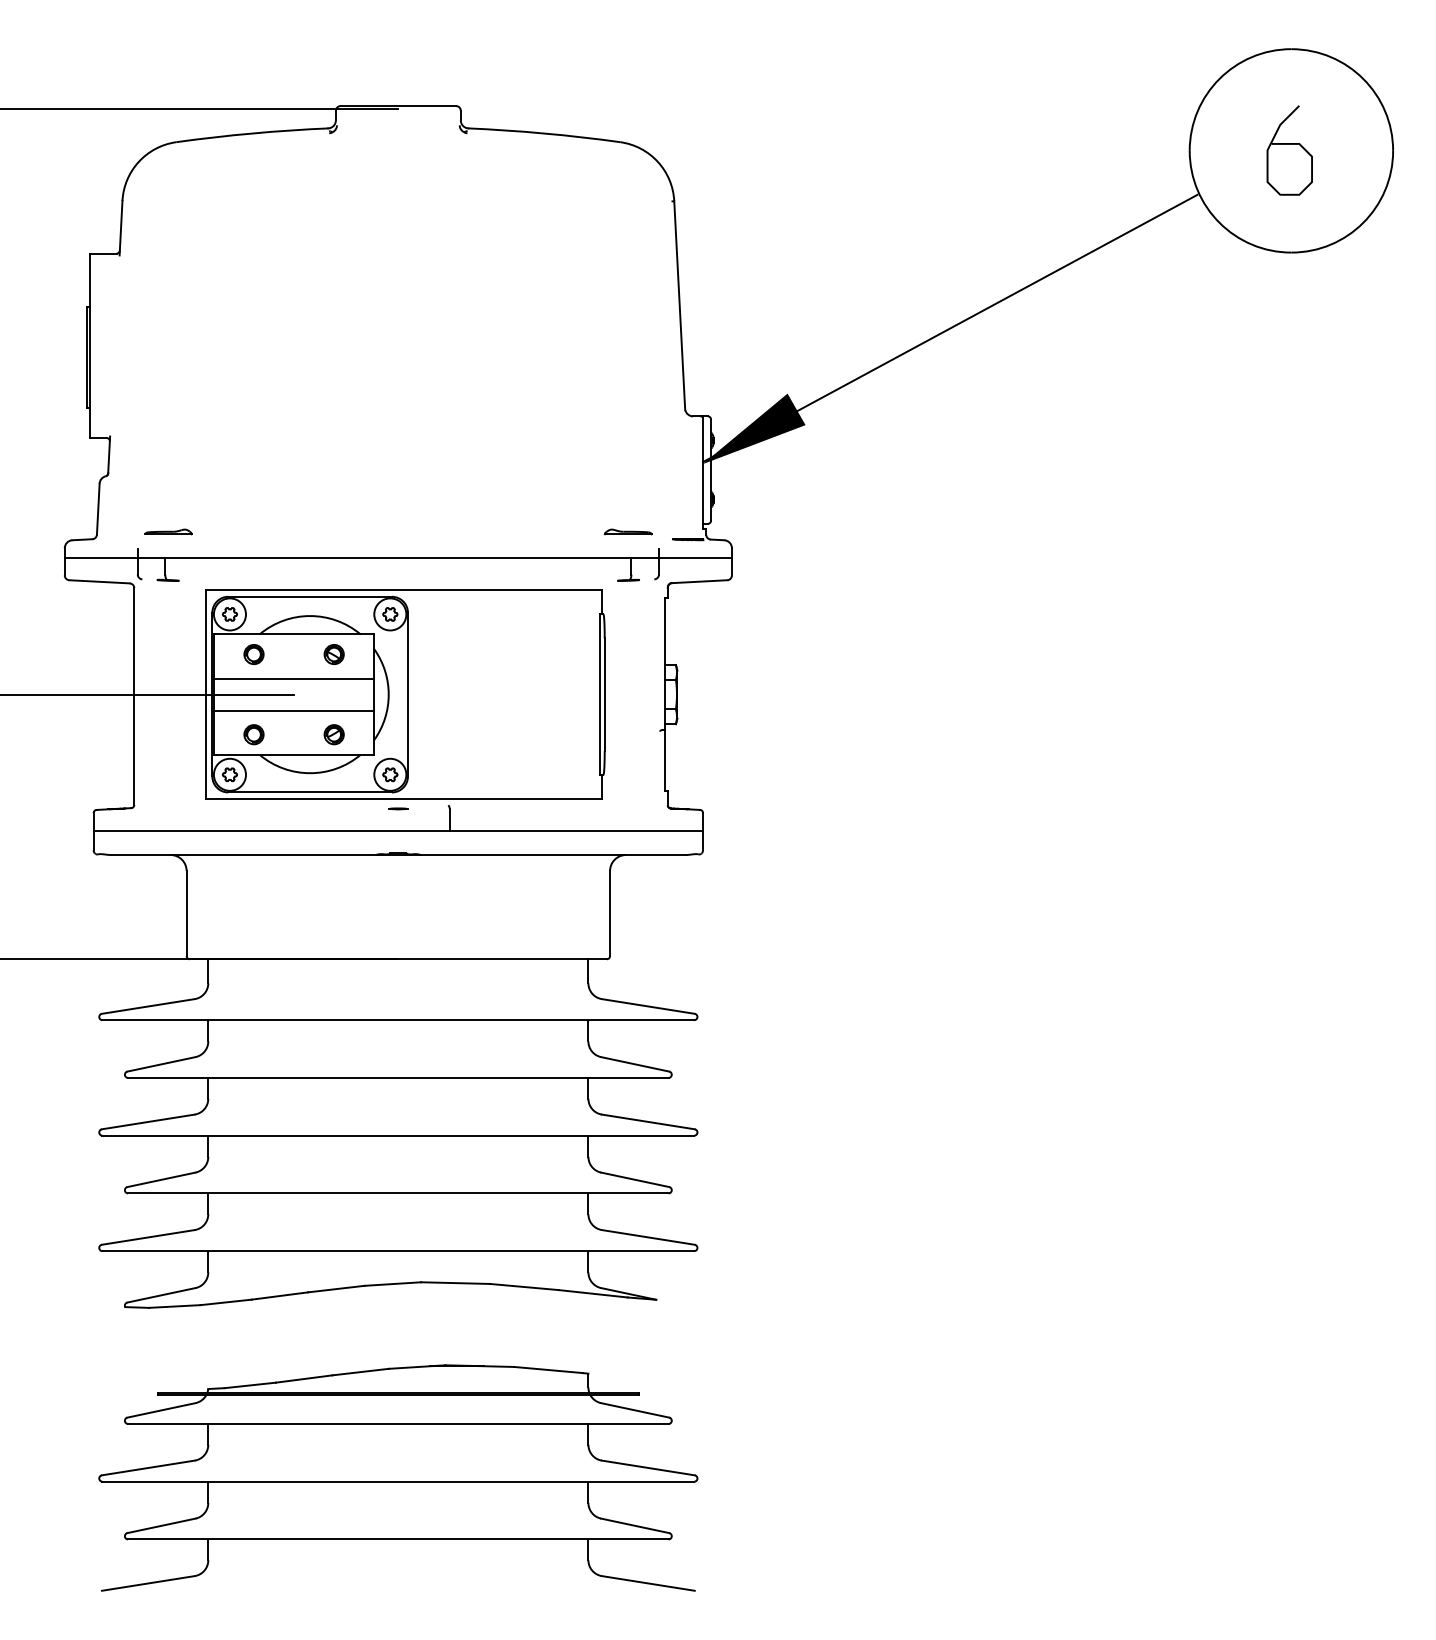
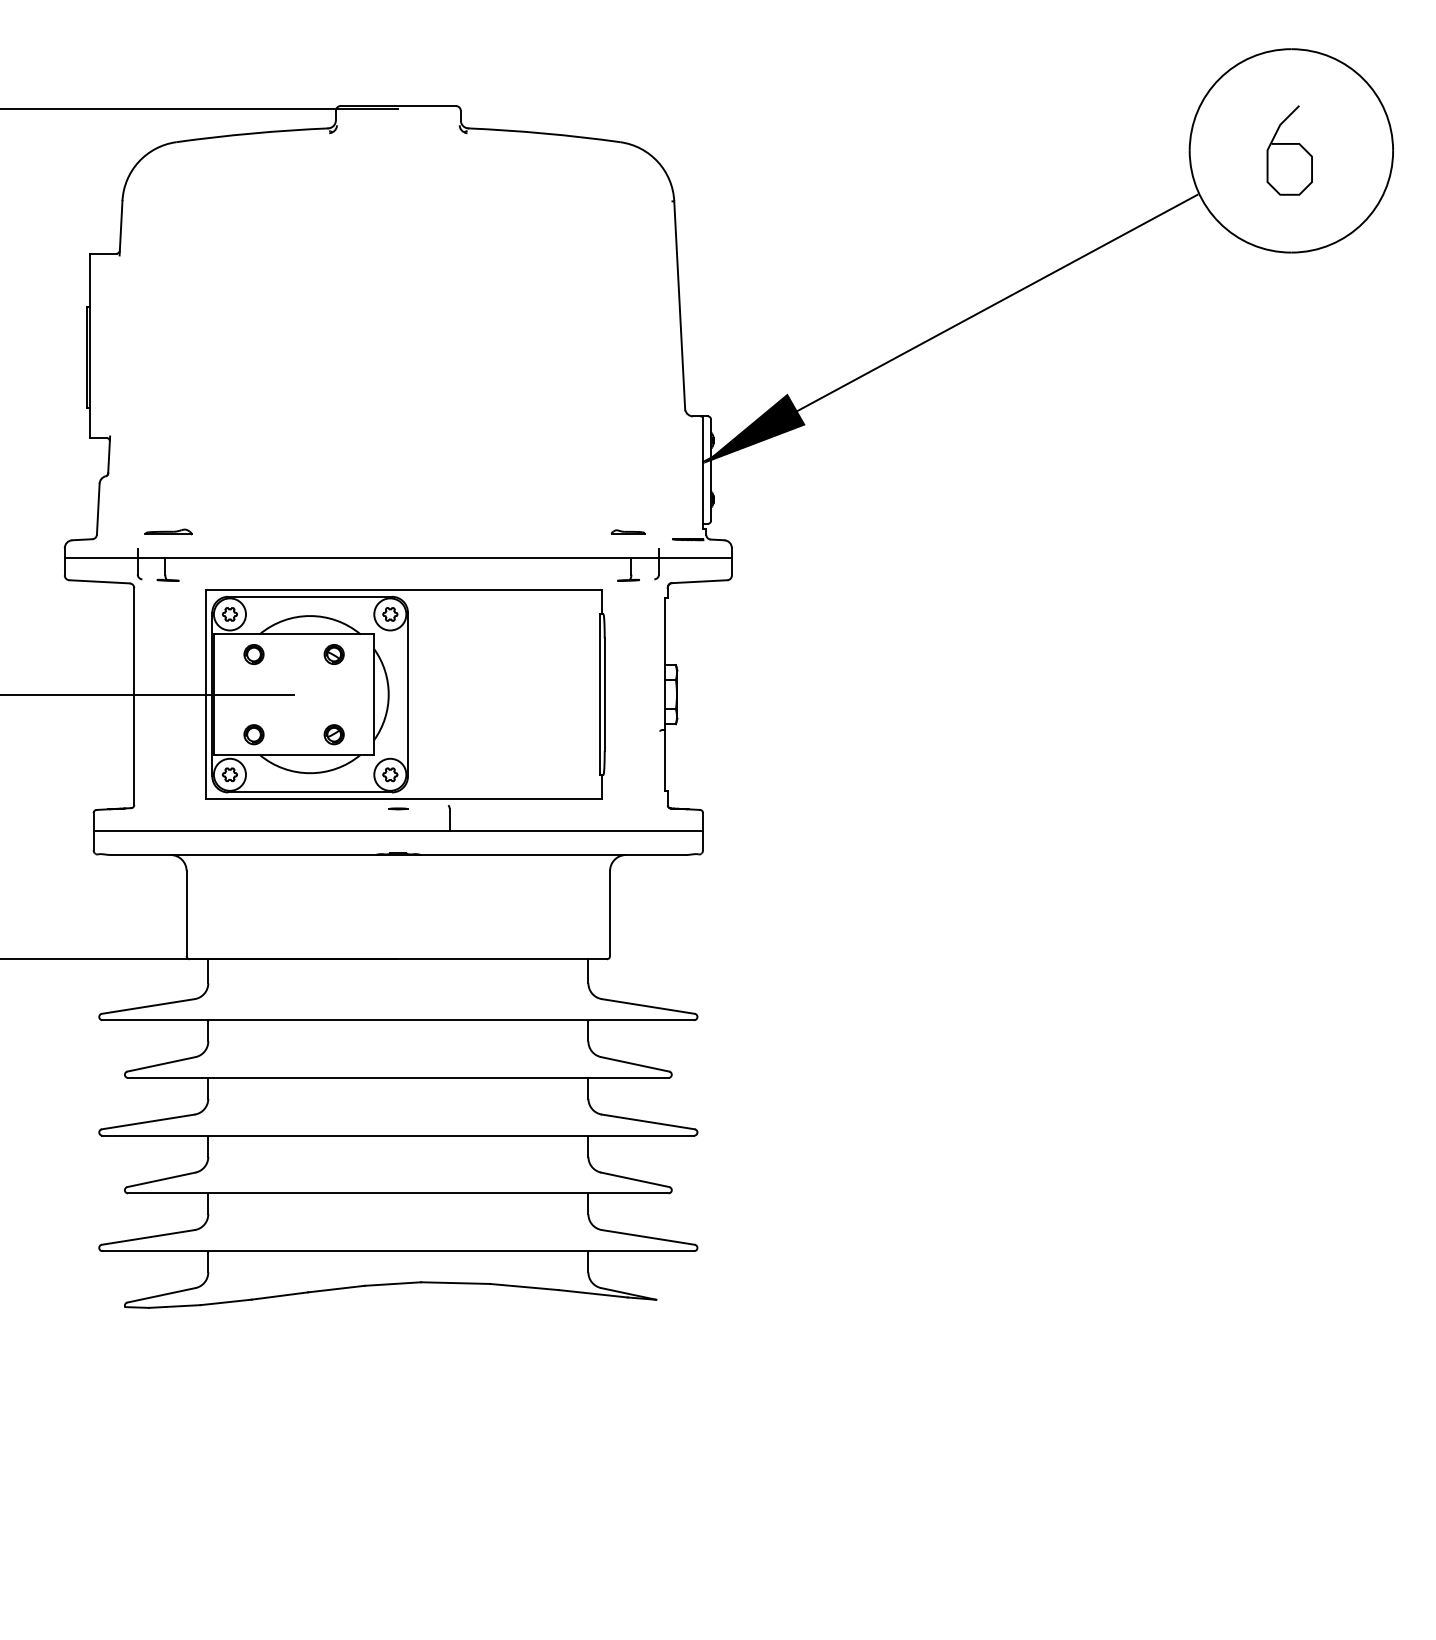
part at (627, 531) size: 50x8 px -> 36x6 px
line at (293, 678): present -> none
line at (293, 710): present -> none
part at (398, 1477): present -> none
